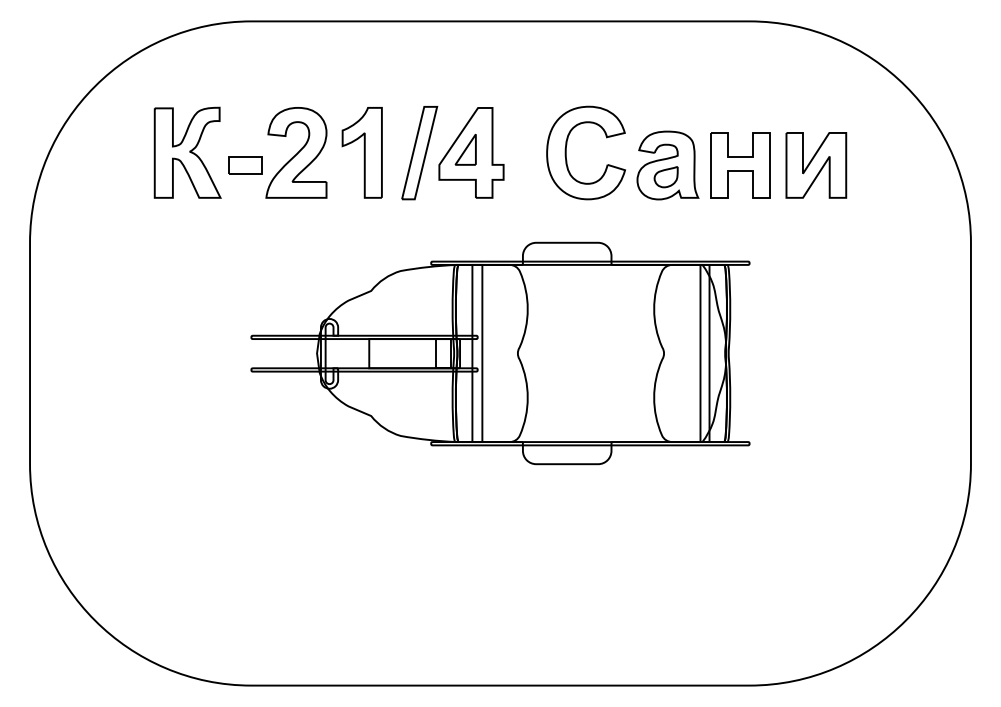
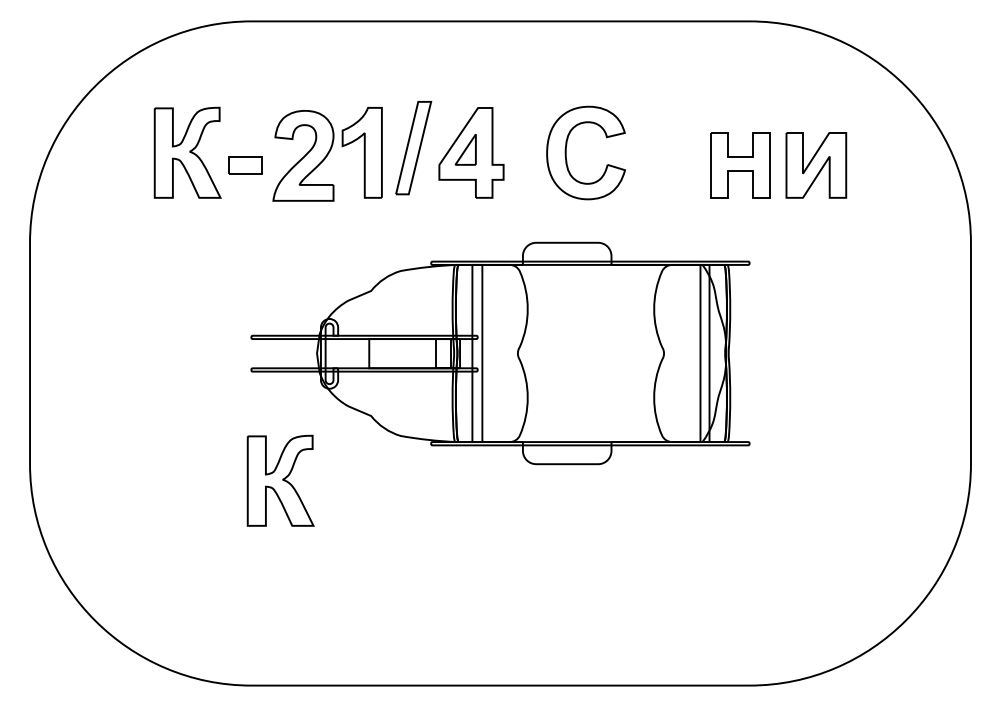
part at (296, 152) position: (296, 152) -> (303, 155)
part at (419, 153) position: (419, 153) -> (413, 148)
part at (667, 165): present -> none
part at (280, 480): none -> present
